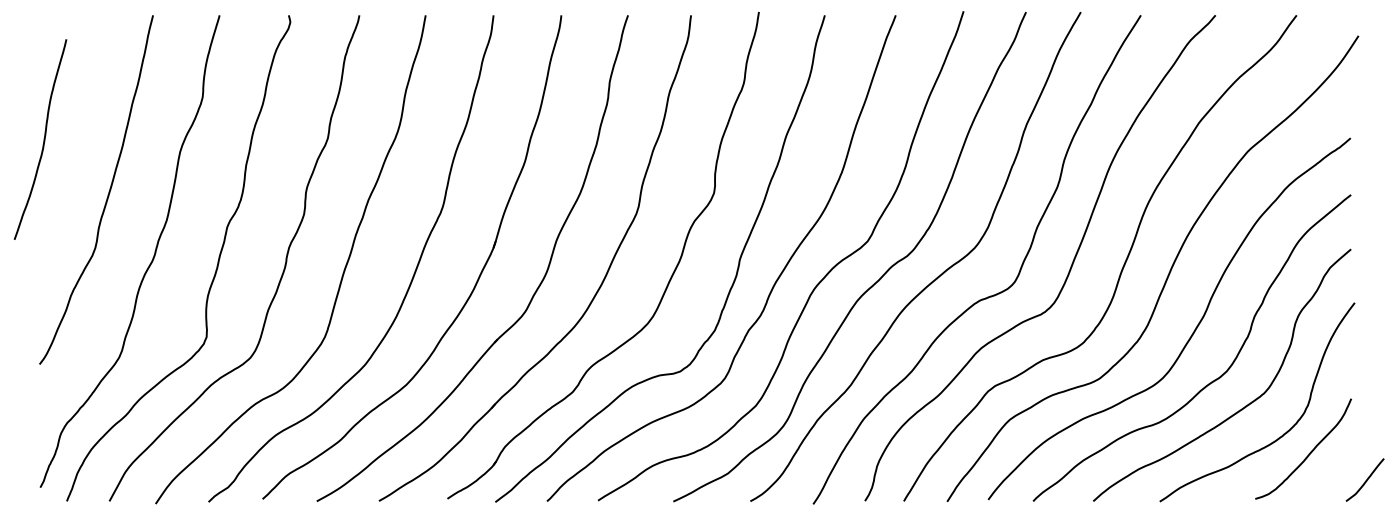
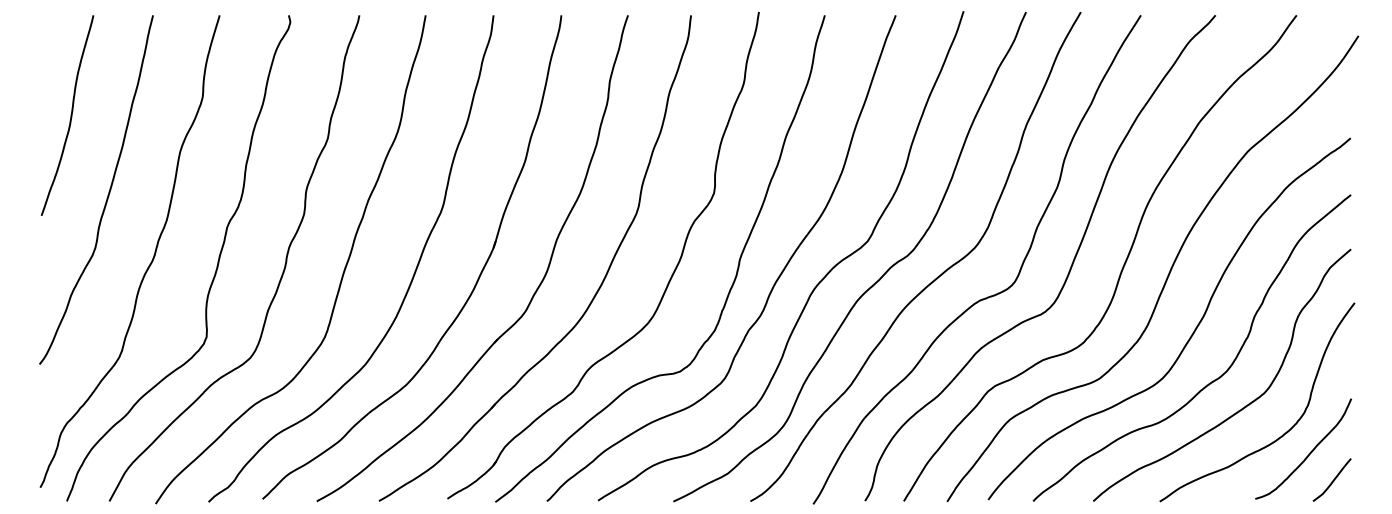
curve at (43, 139) position: (43, 139) -> (70, 115)
curve at (1365, 480) position: (1365, 480) -> (1332, 480)
